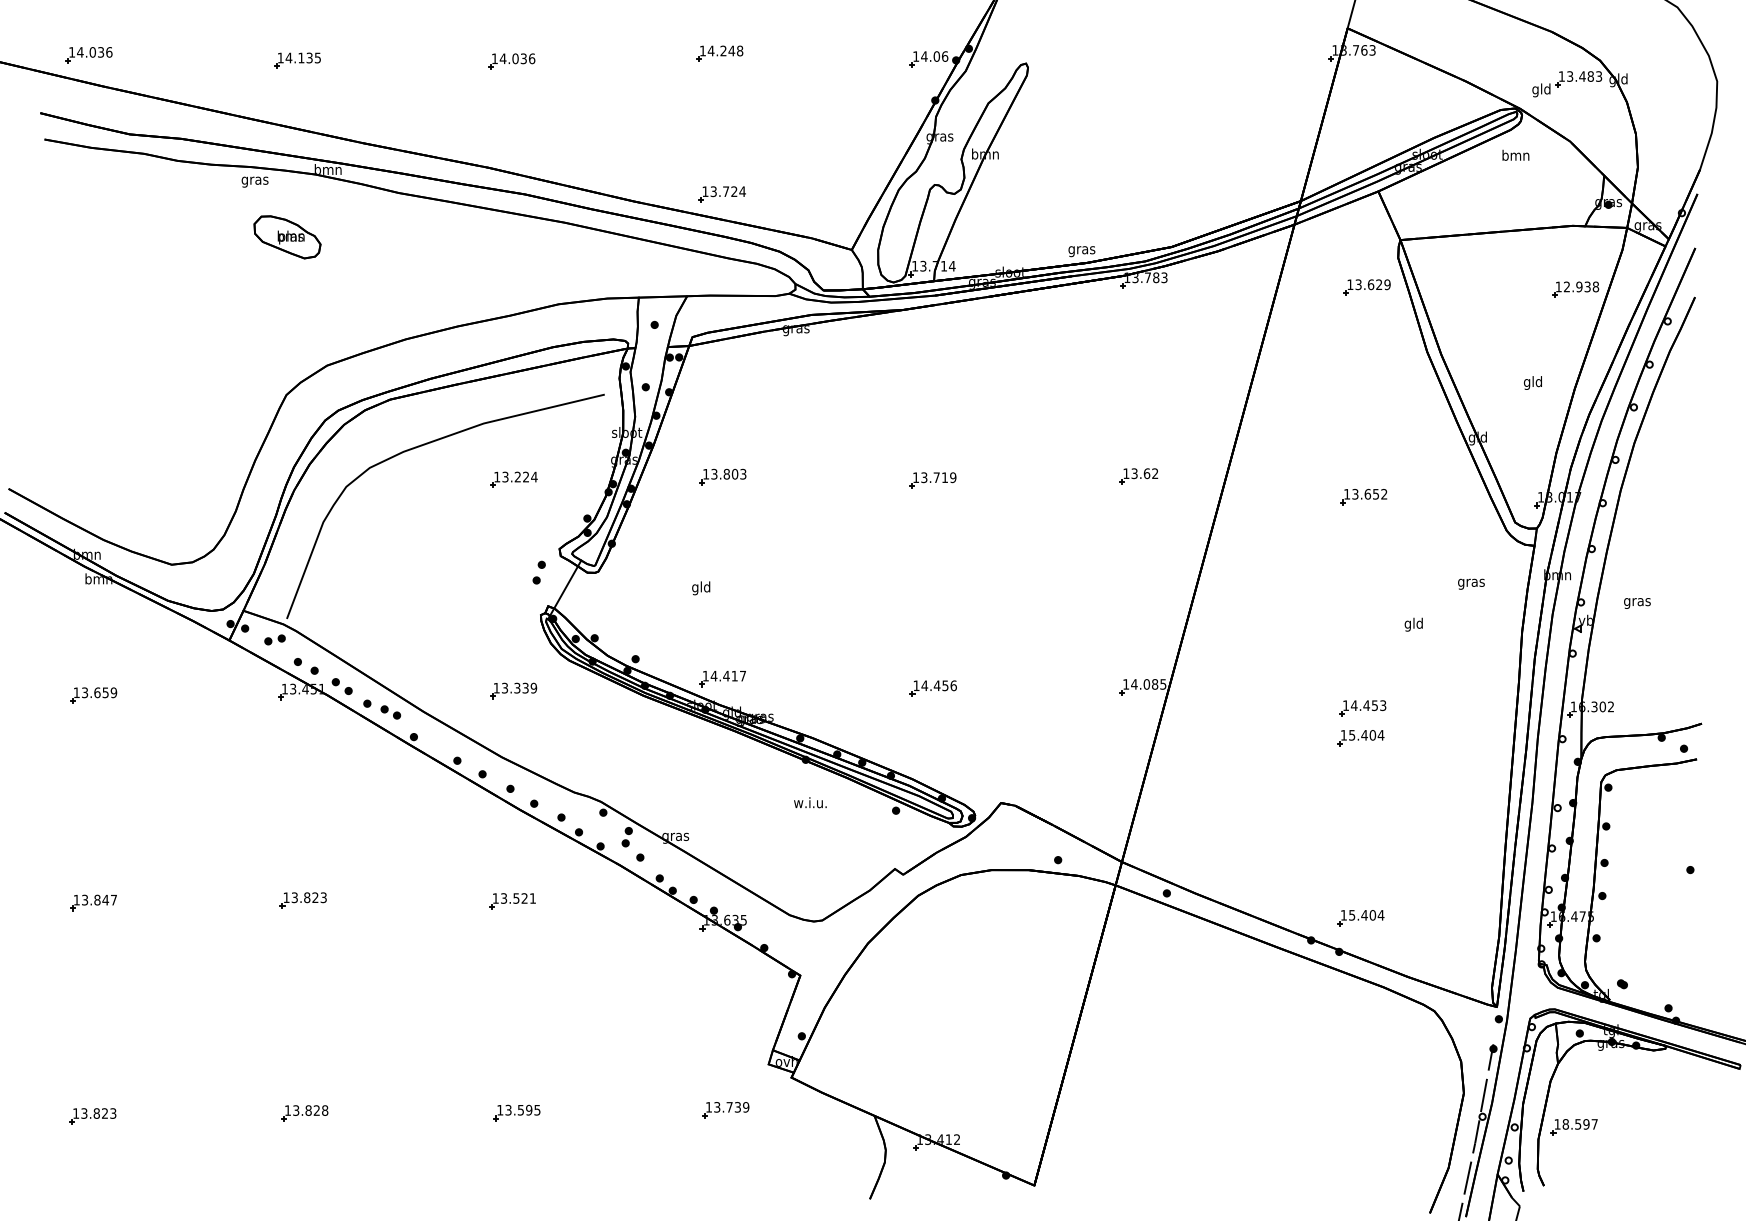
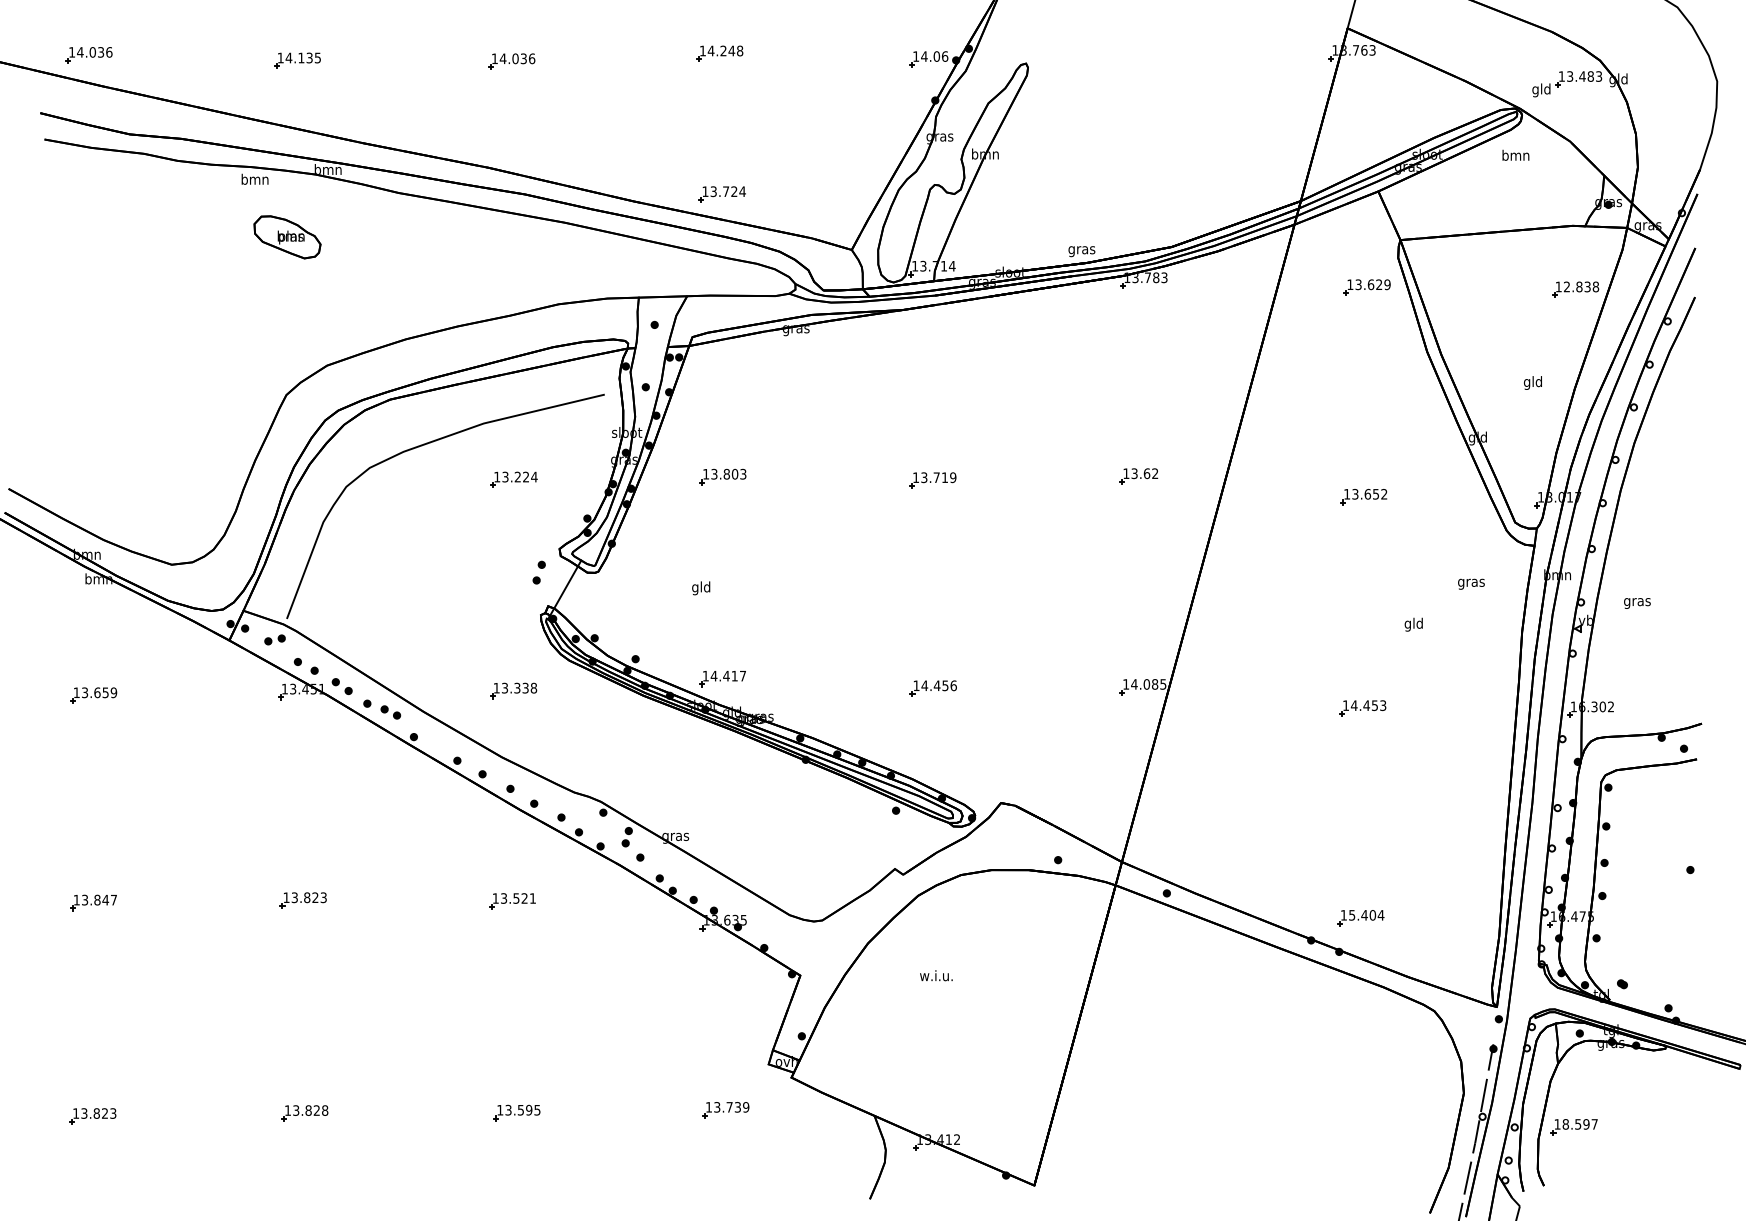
text at (254, 180): gras -> bmn
text at (1579, 286): 12.938 -> 12.838
text at (533, 688): 13.339 -> 13.338
part at (1360, 738): present -> none
text at (810, 802) position: (810, 802) -> (936, 975)
